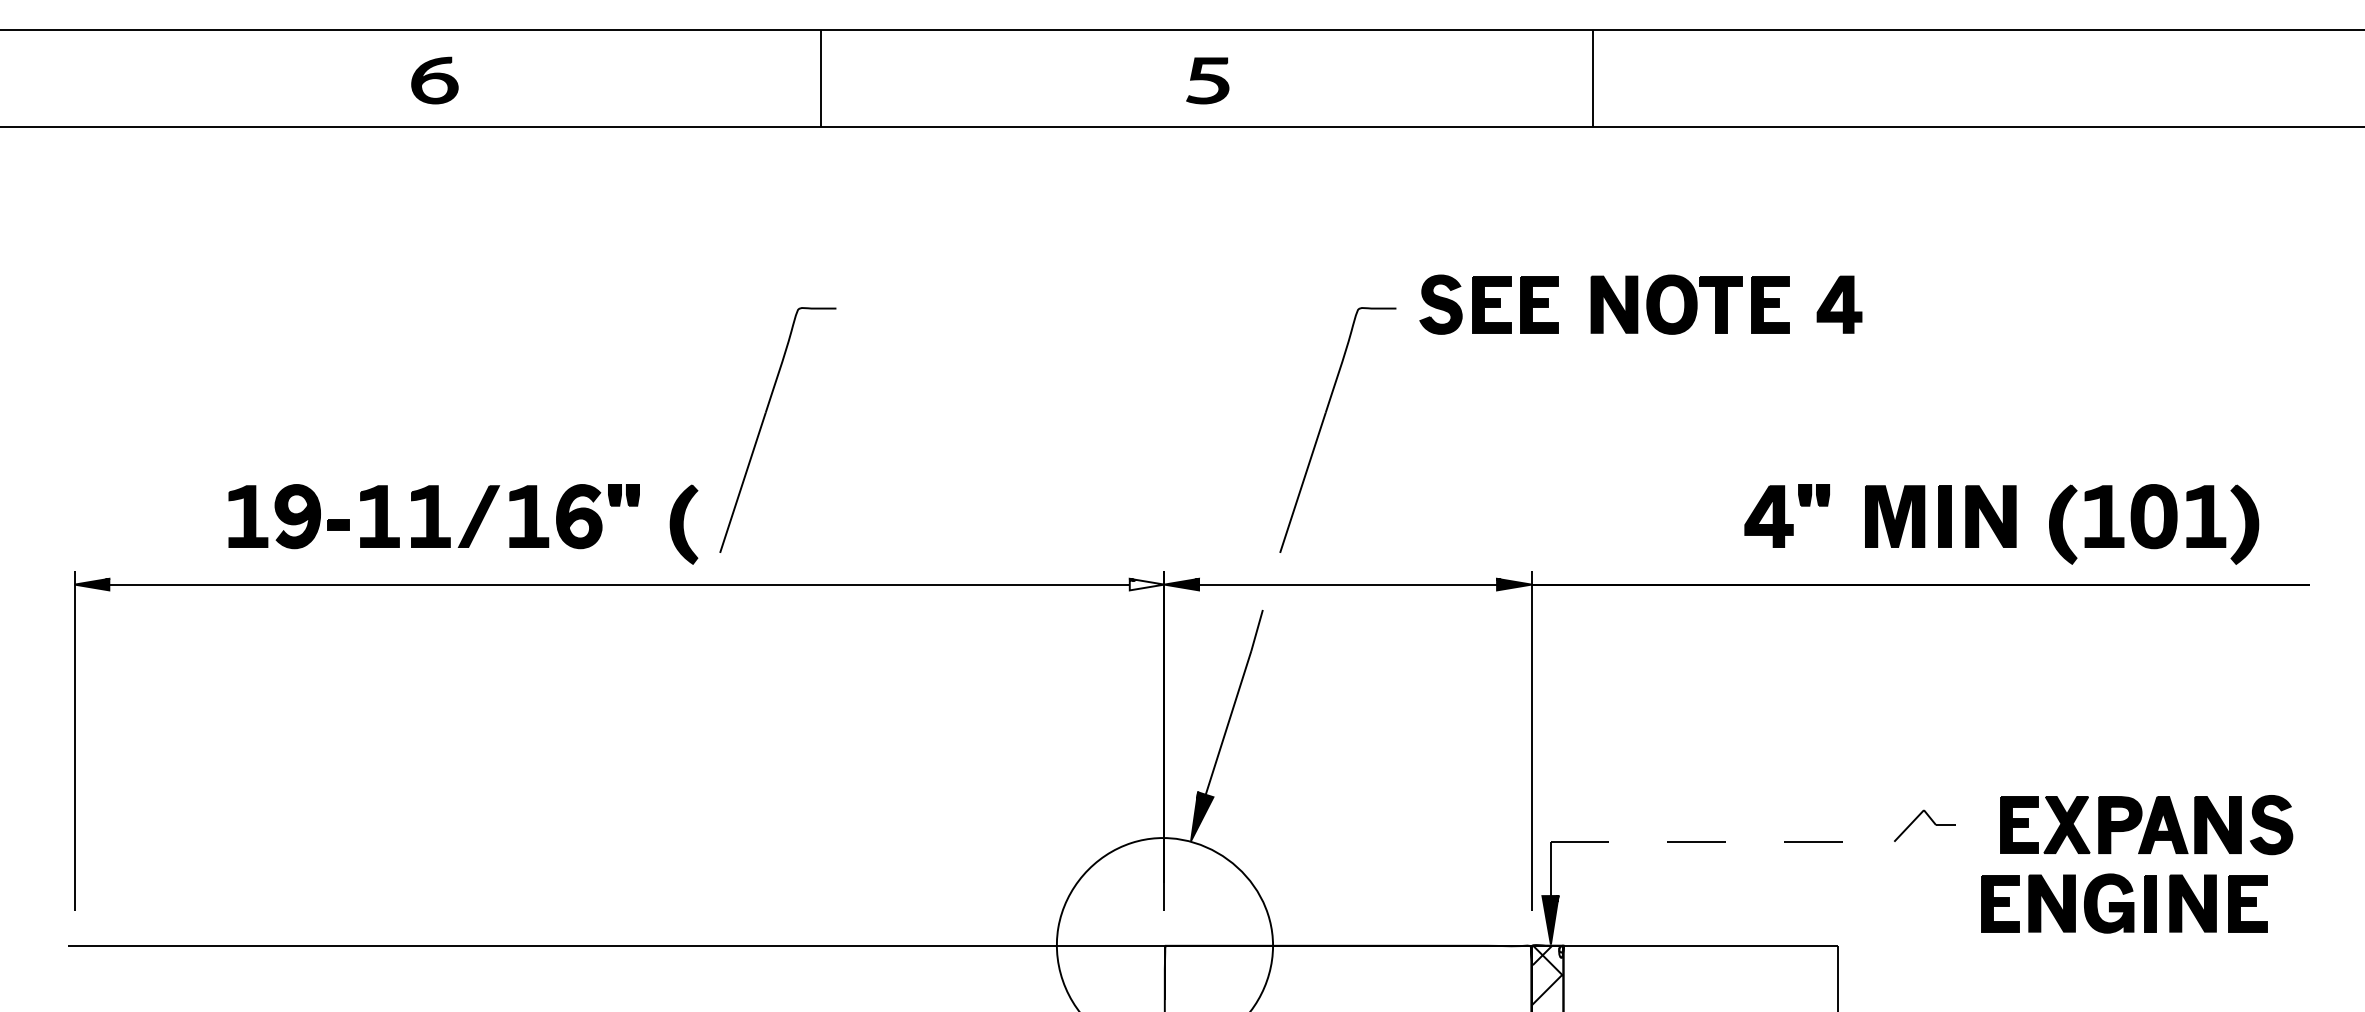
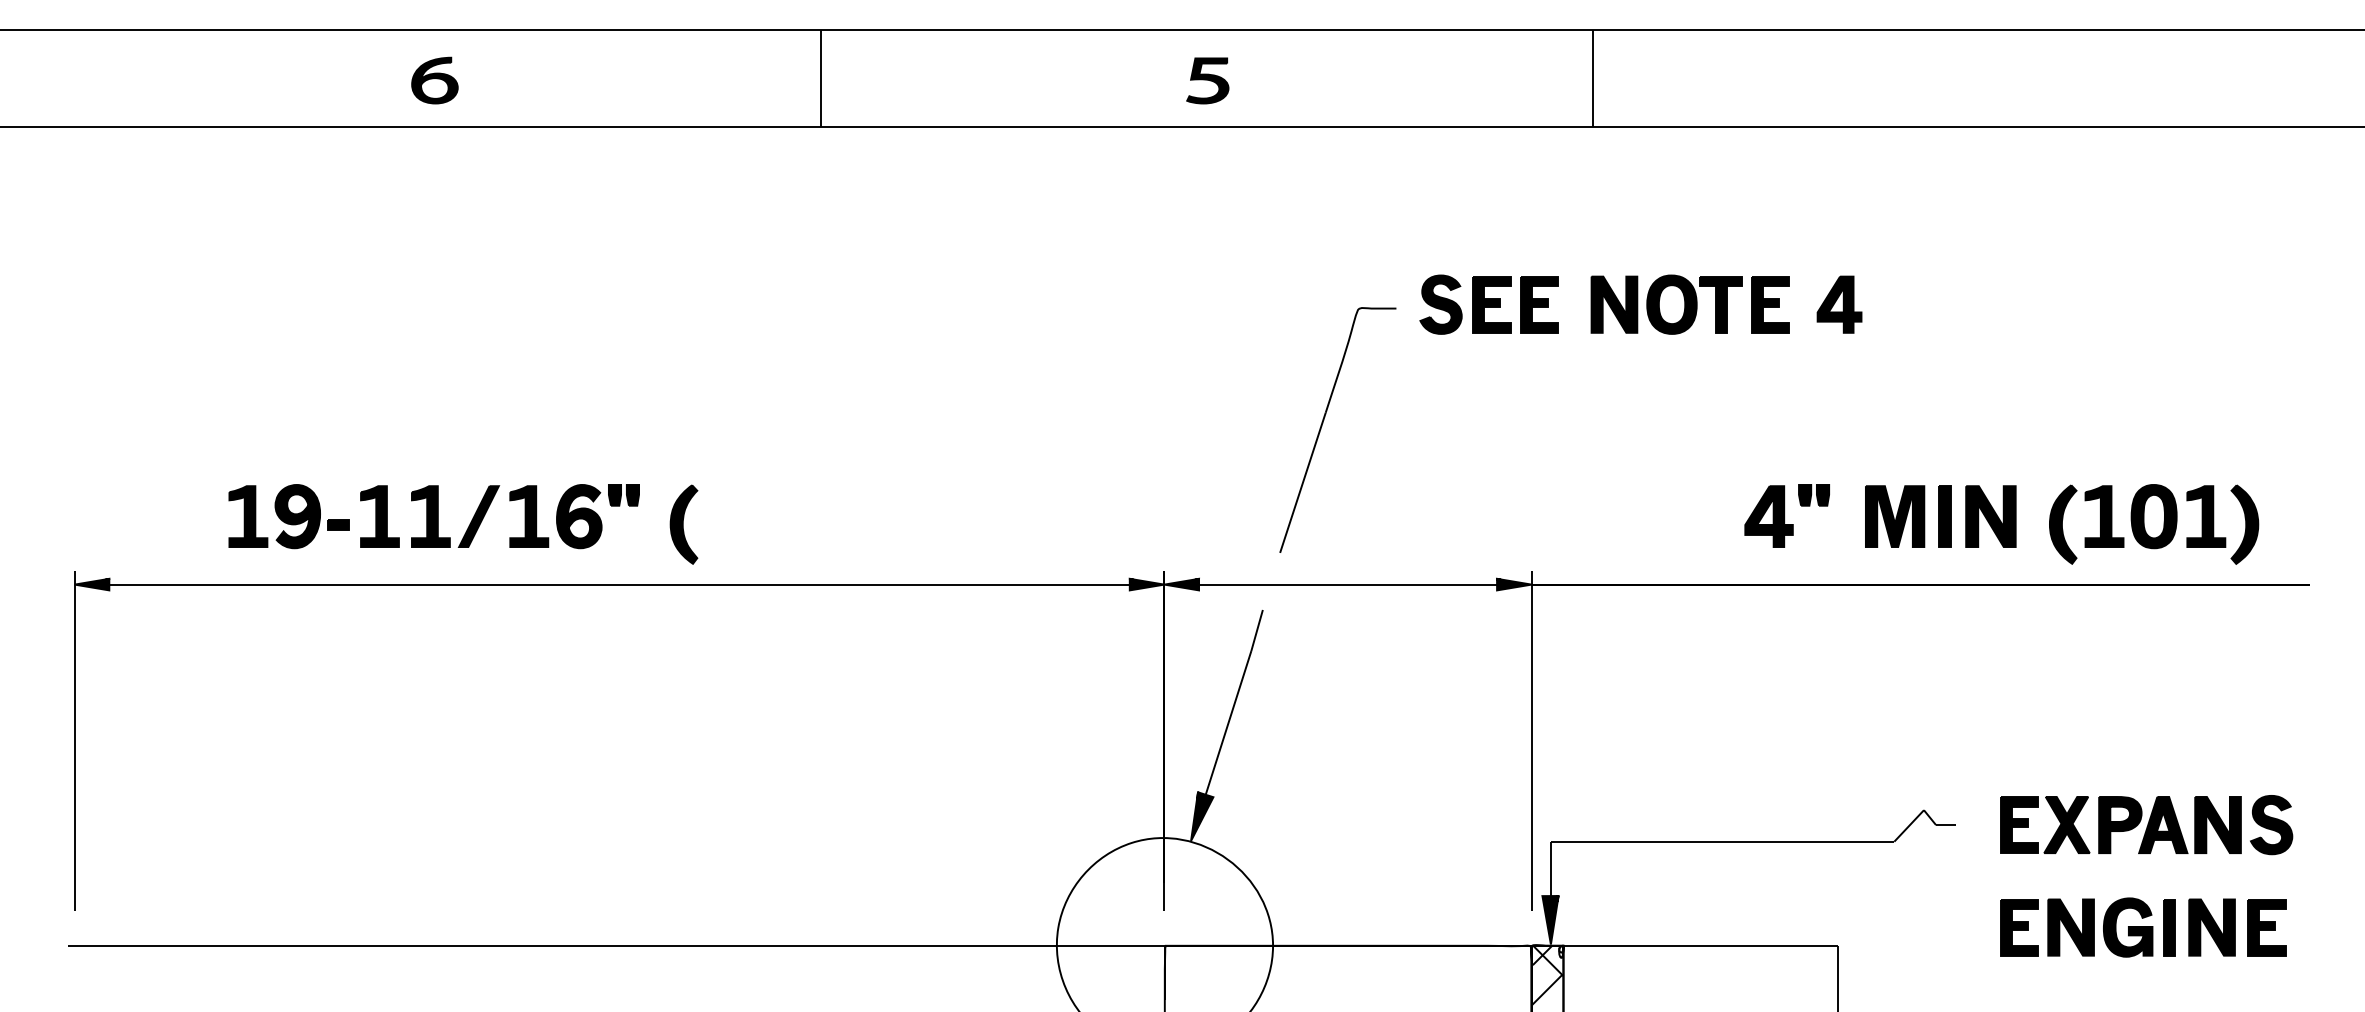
part at (763, 423): present -> none
fill at (1146, 584): none -> present
line at (1722, 841): dashed -> solid
part at (2124, 903) position: (2124, 903) -> (2143, 927)
